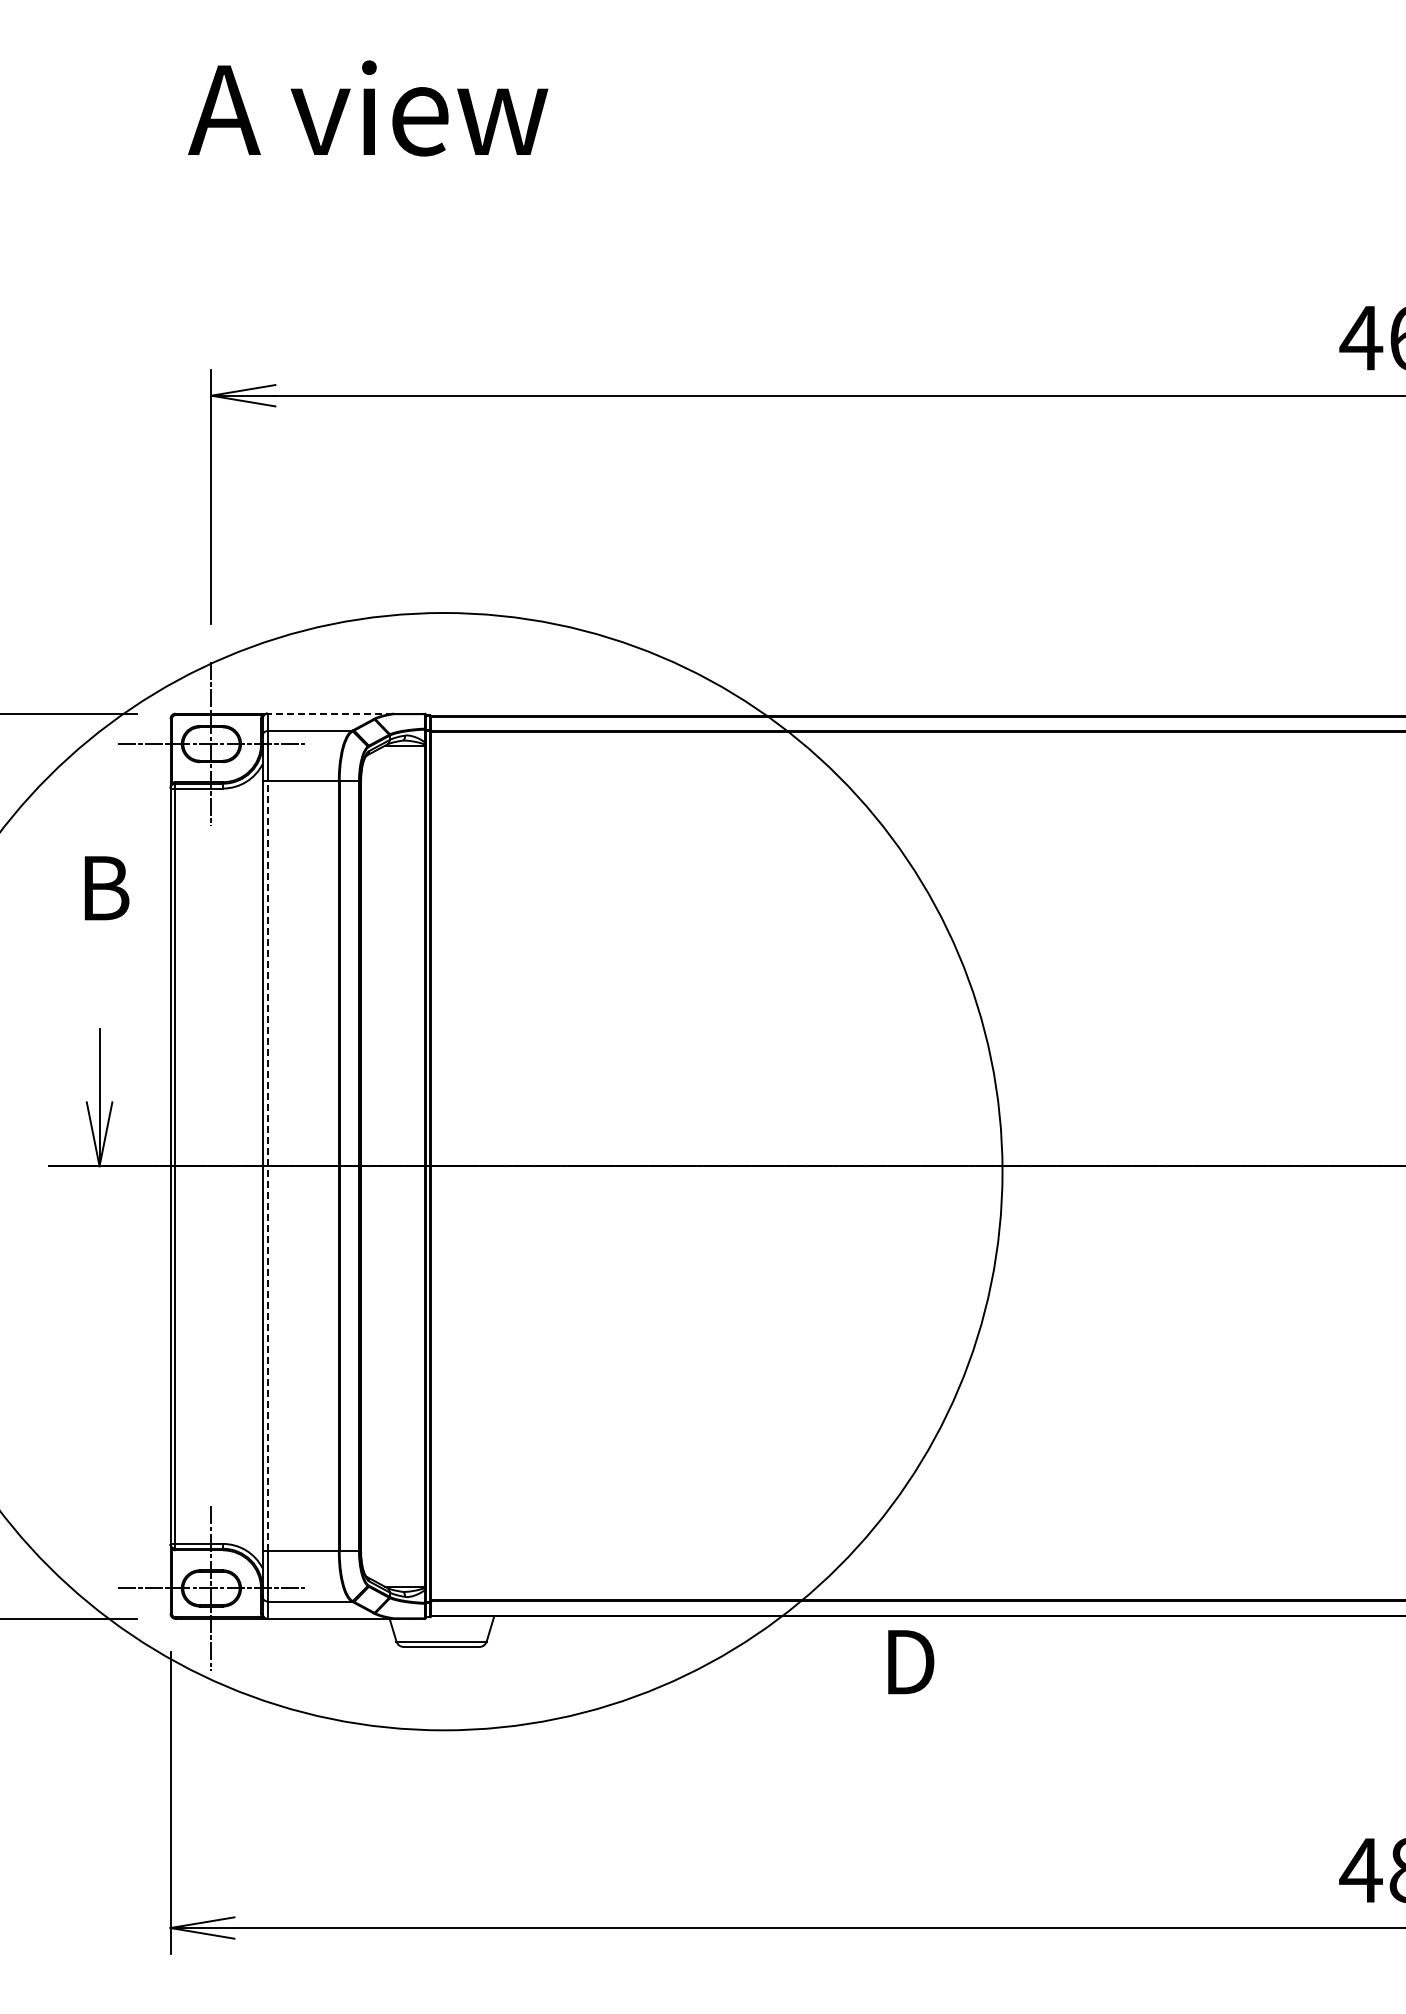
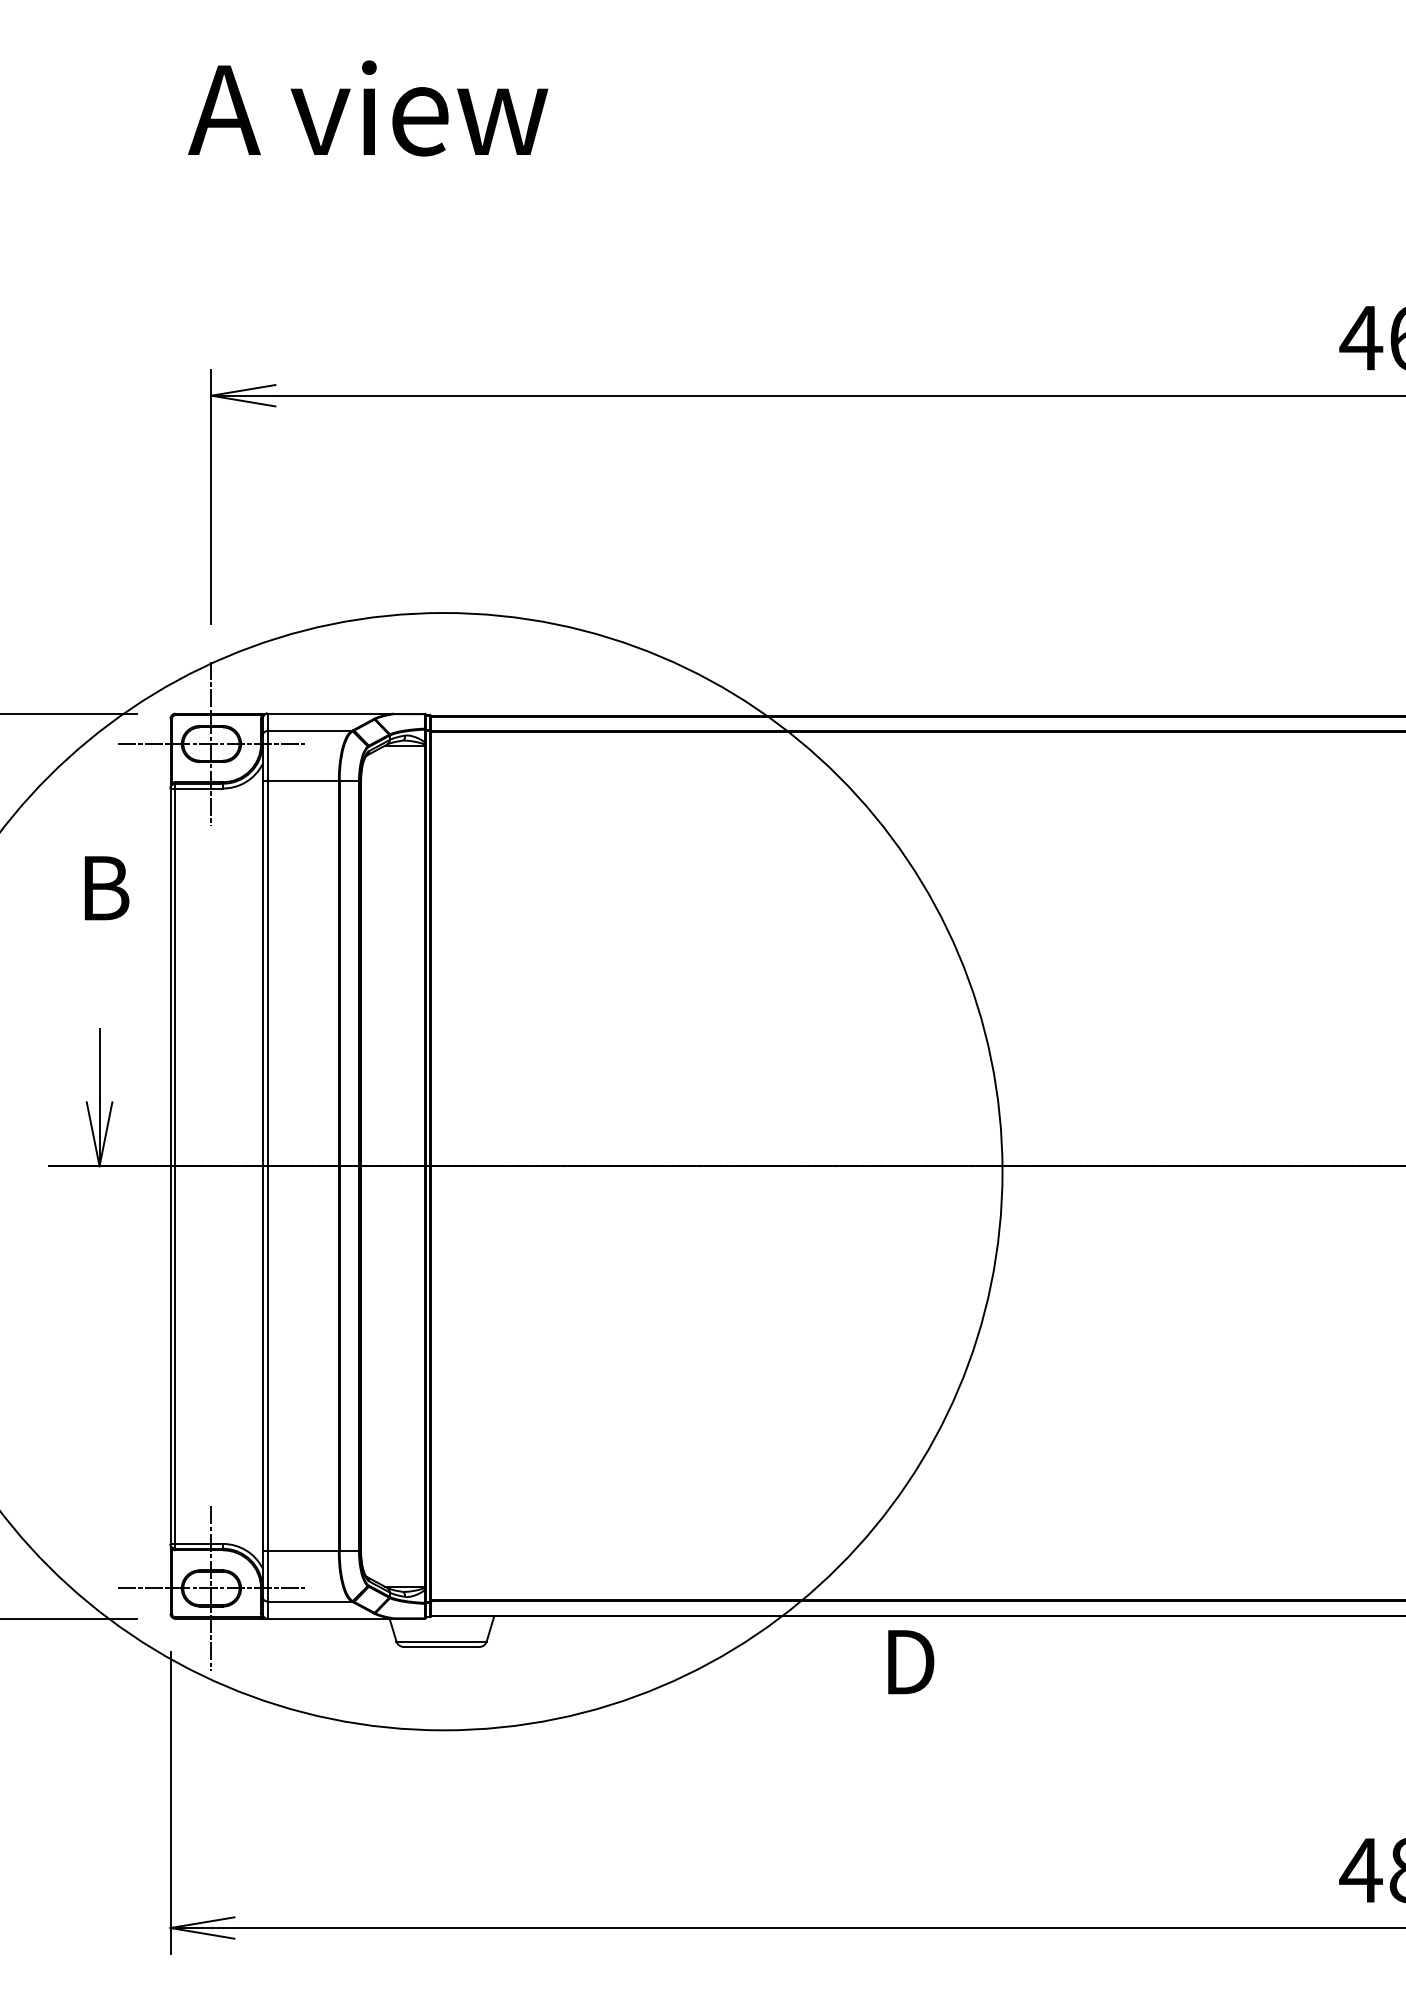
line at (330, 713): dashed -> solid
line at (267, 1166): dashed -> solid
